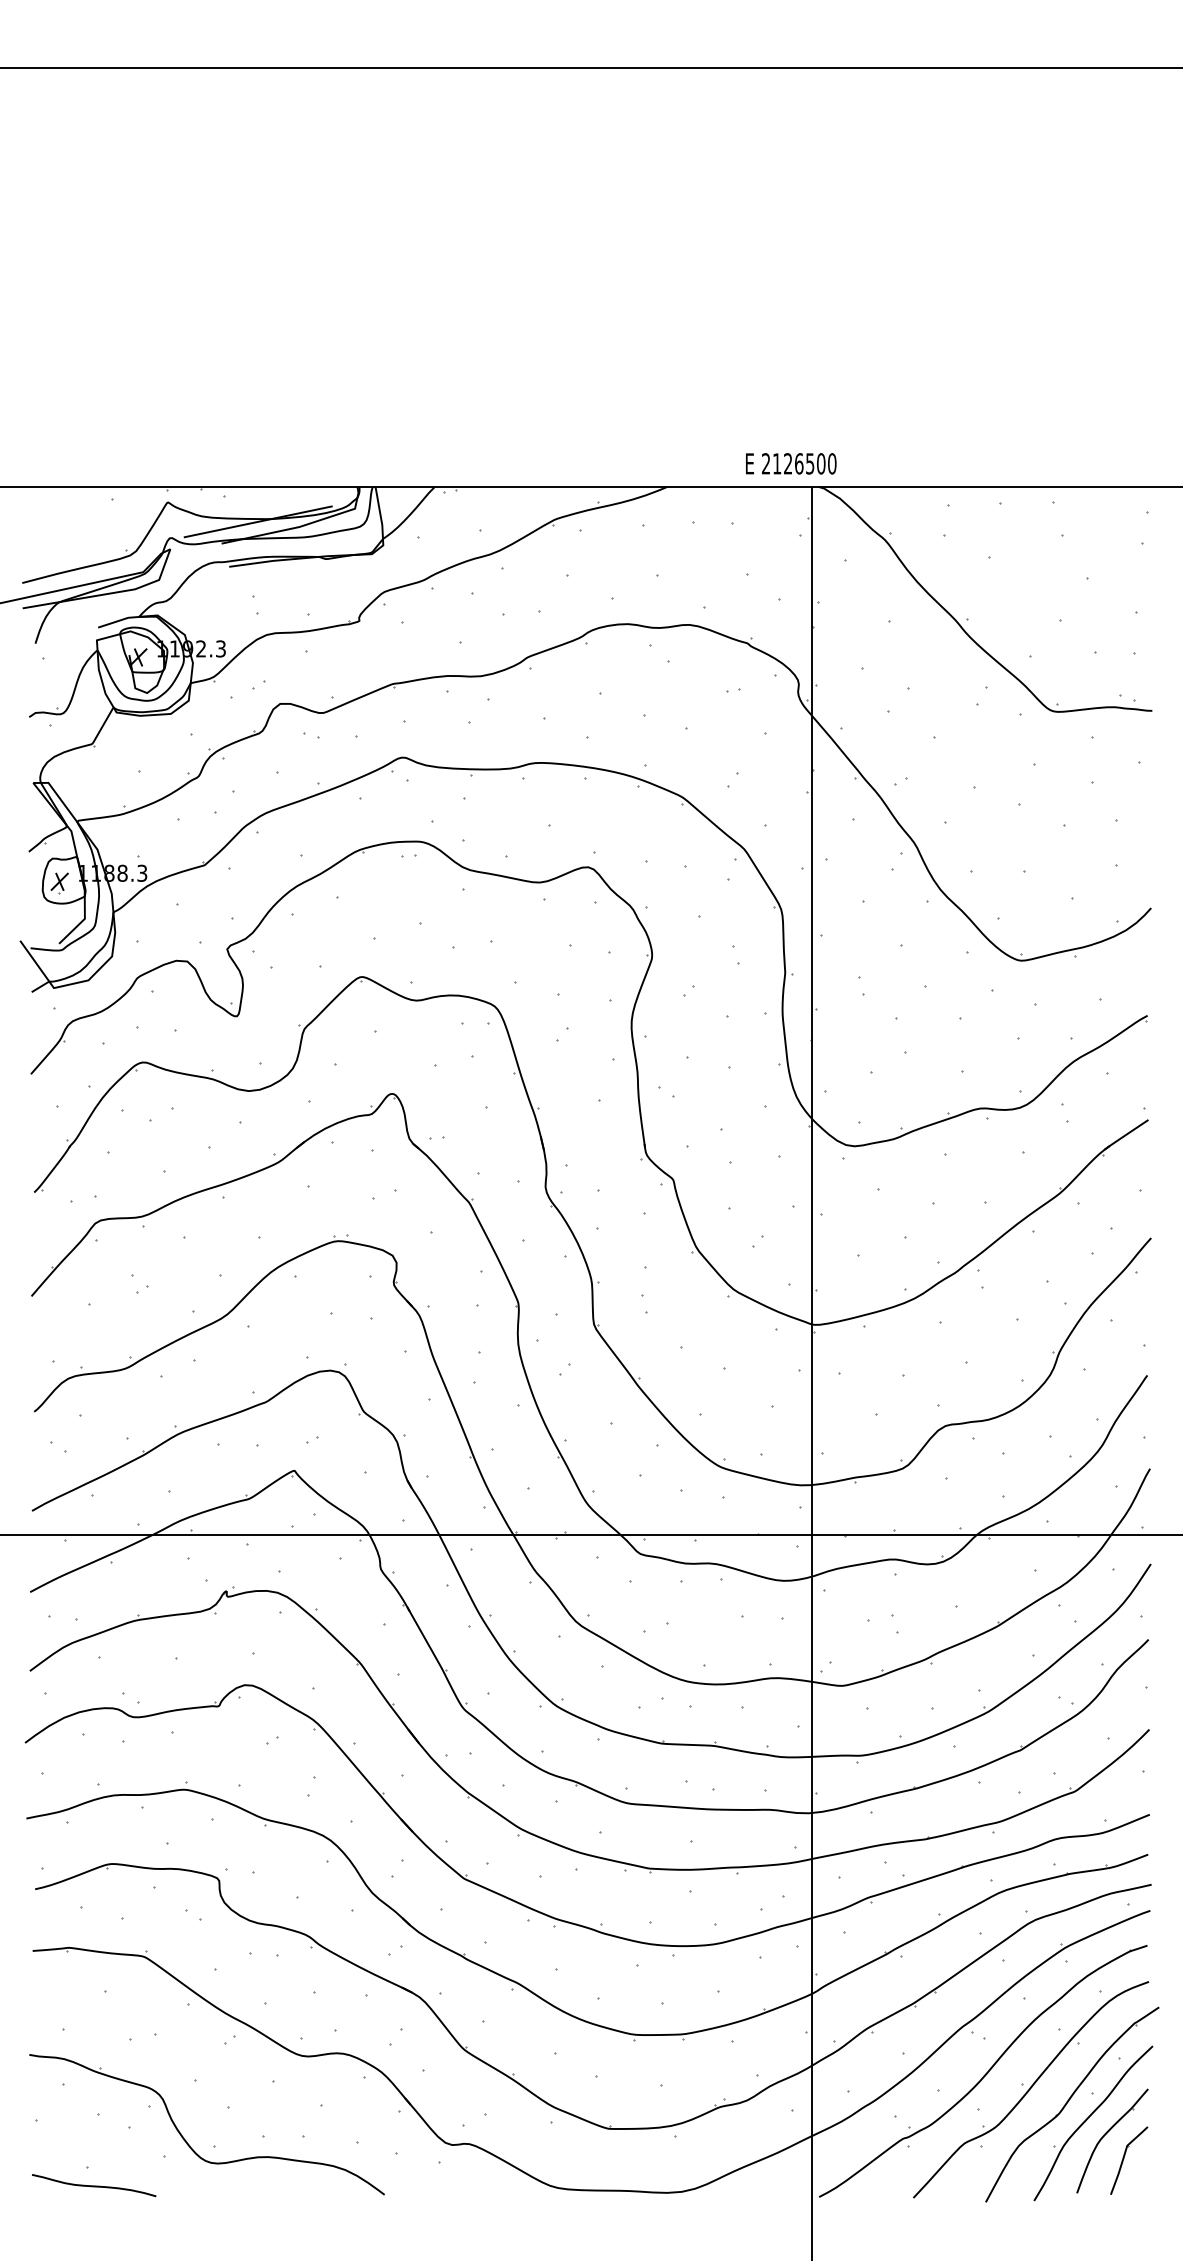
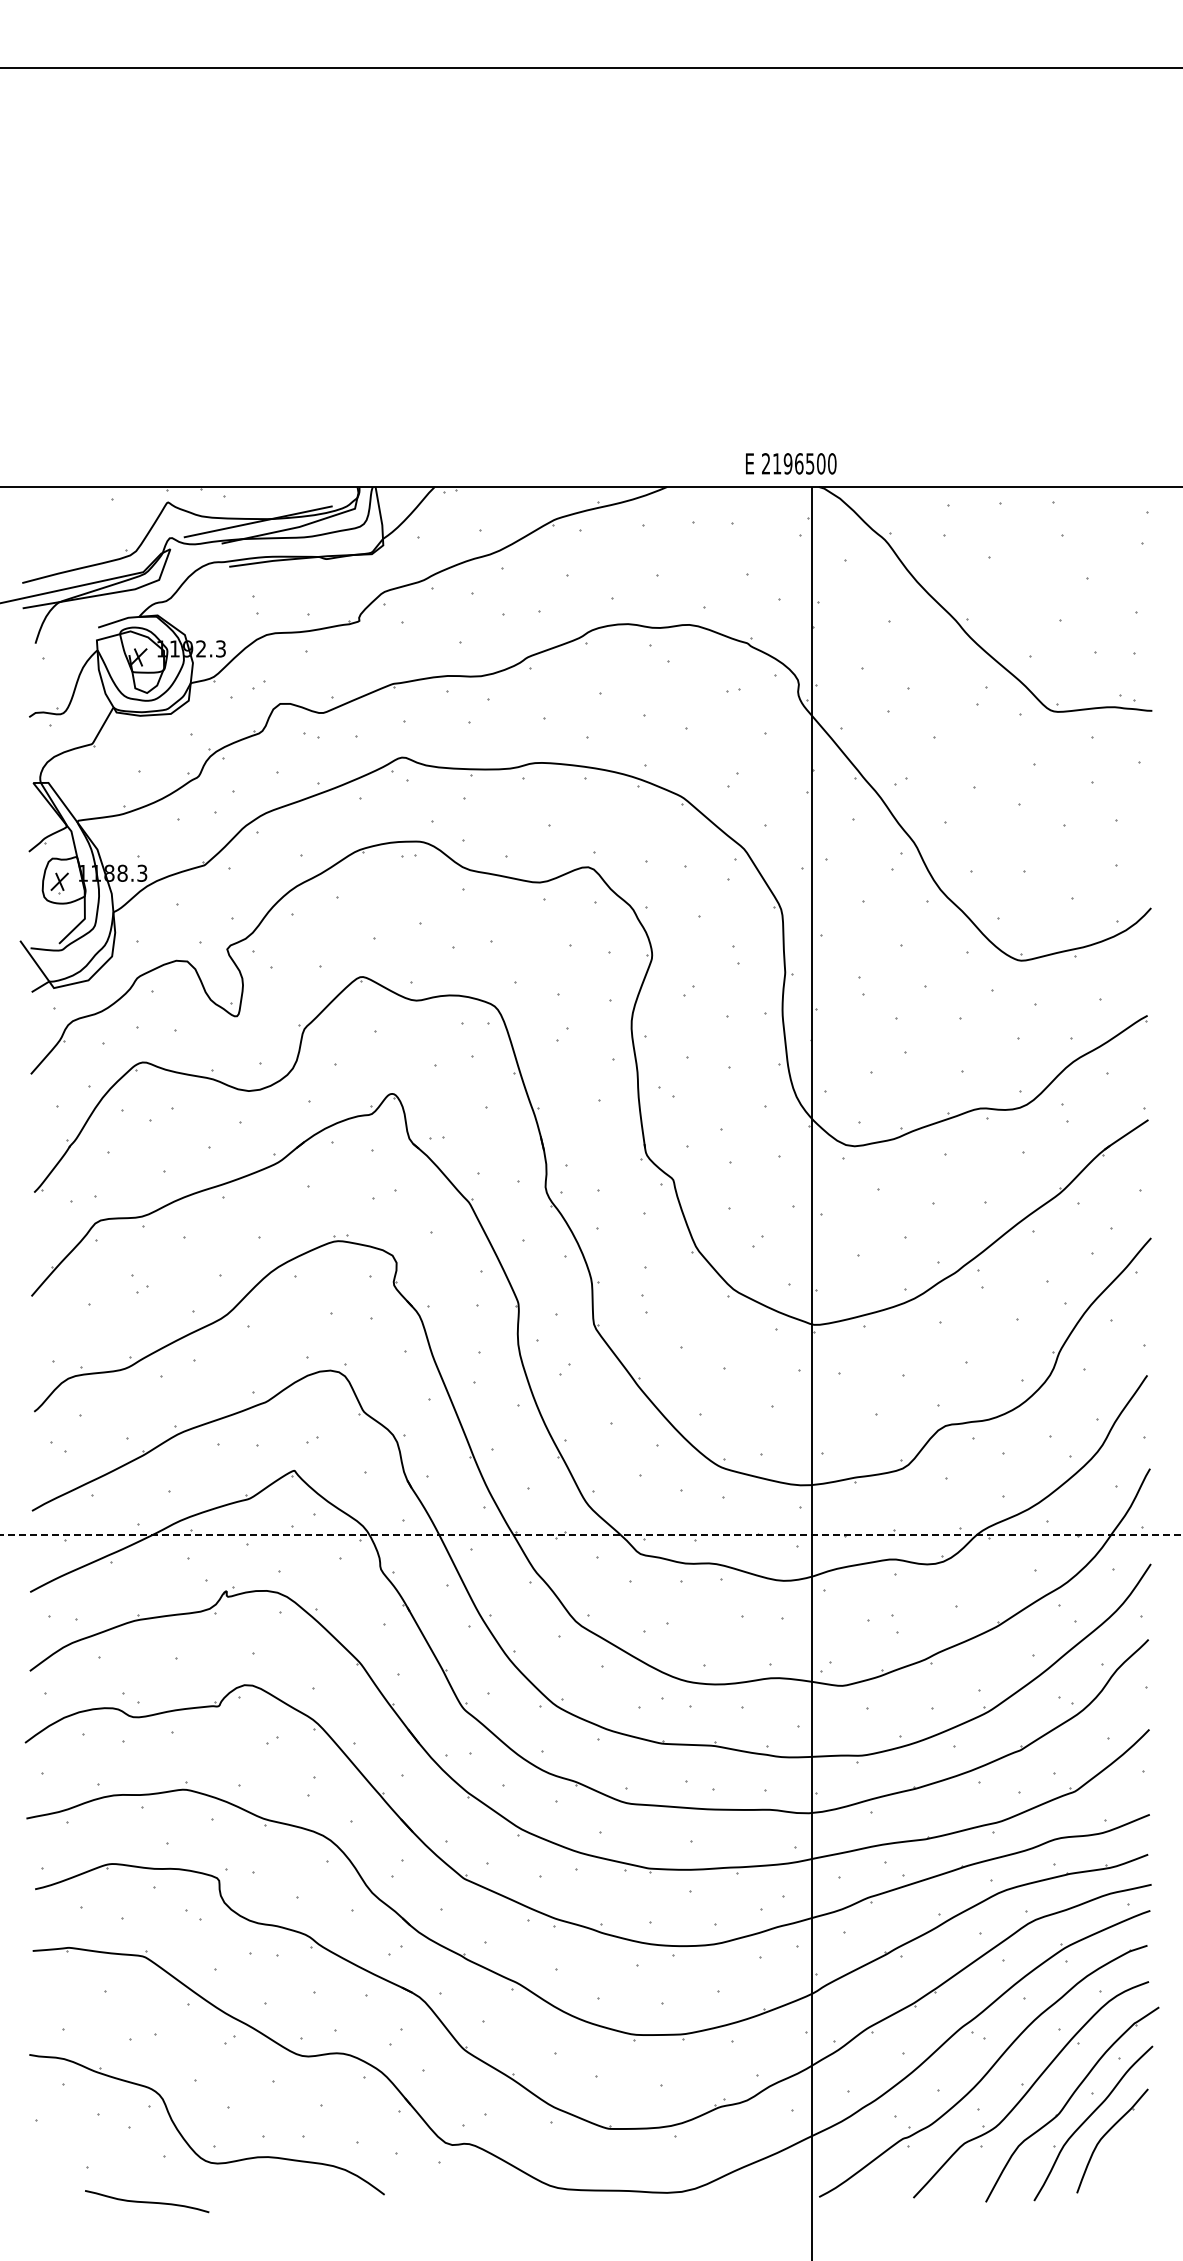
text at (787, 463): 2126500 -> 2196500
line at (590, 1534): solid -> dashed
part at (1129, 2160): present -> none
curve at (94, 2185) position: (94, 2185) -> (147, 2201)
